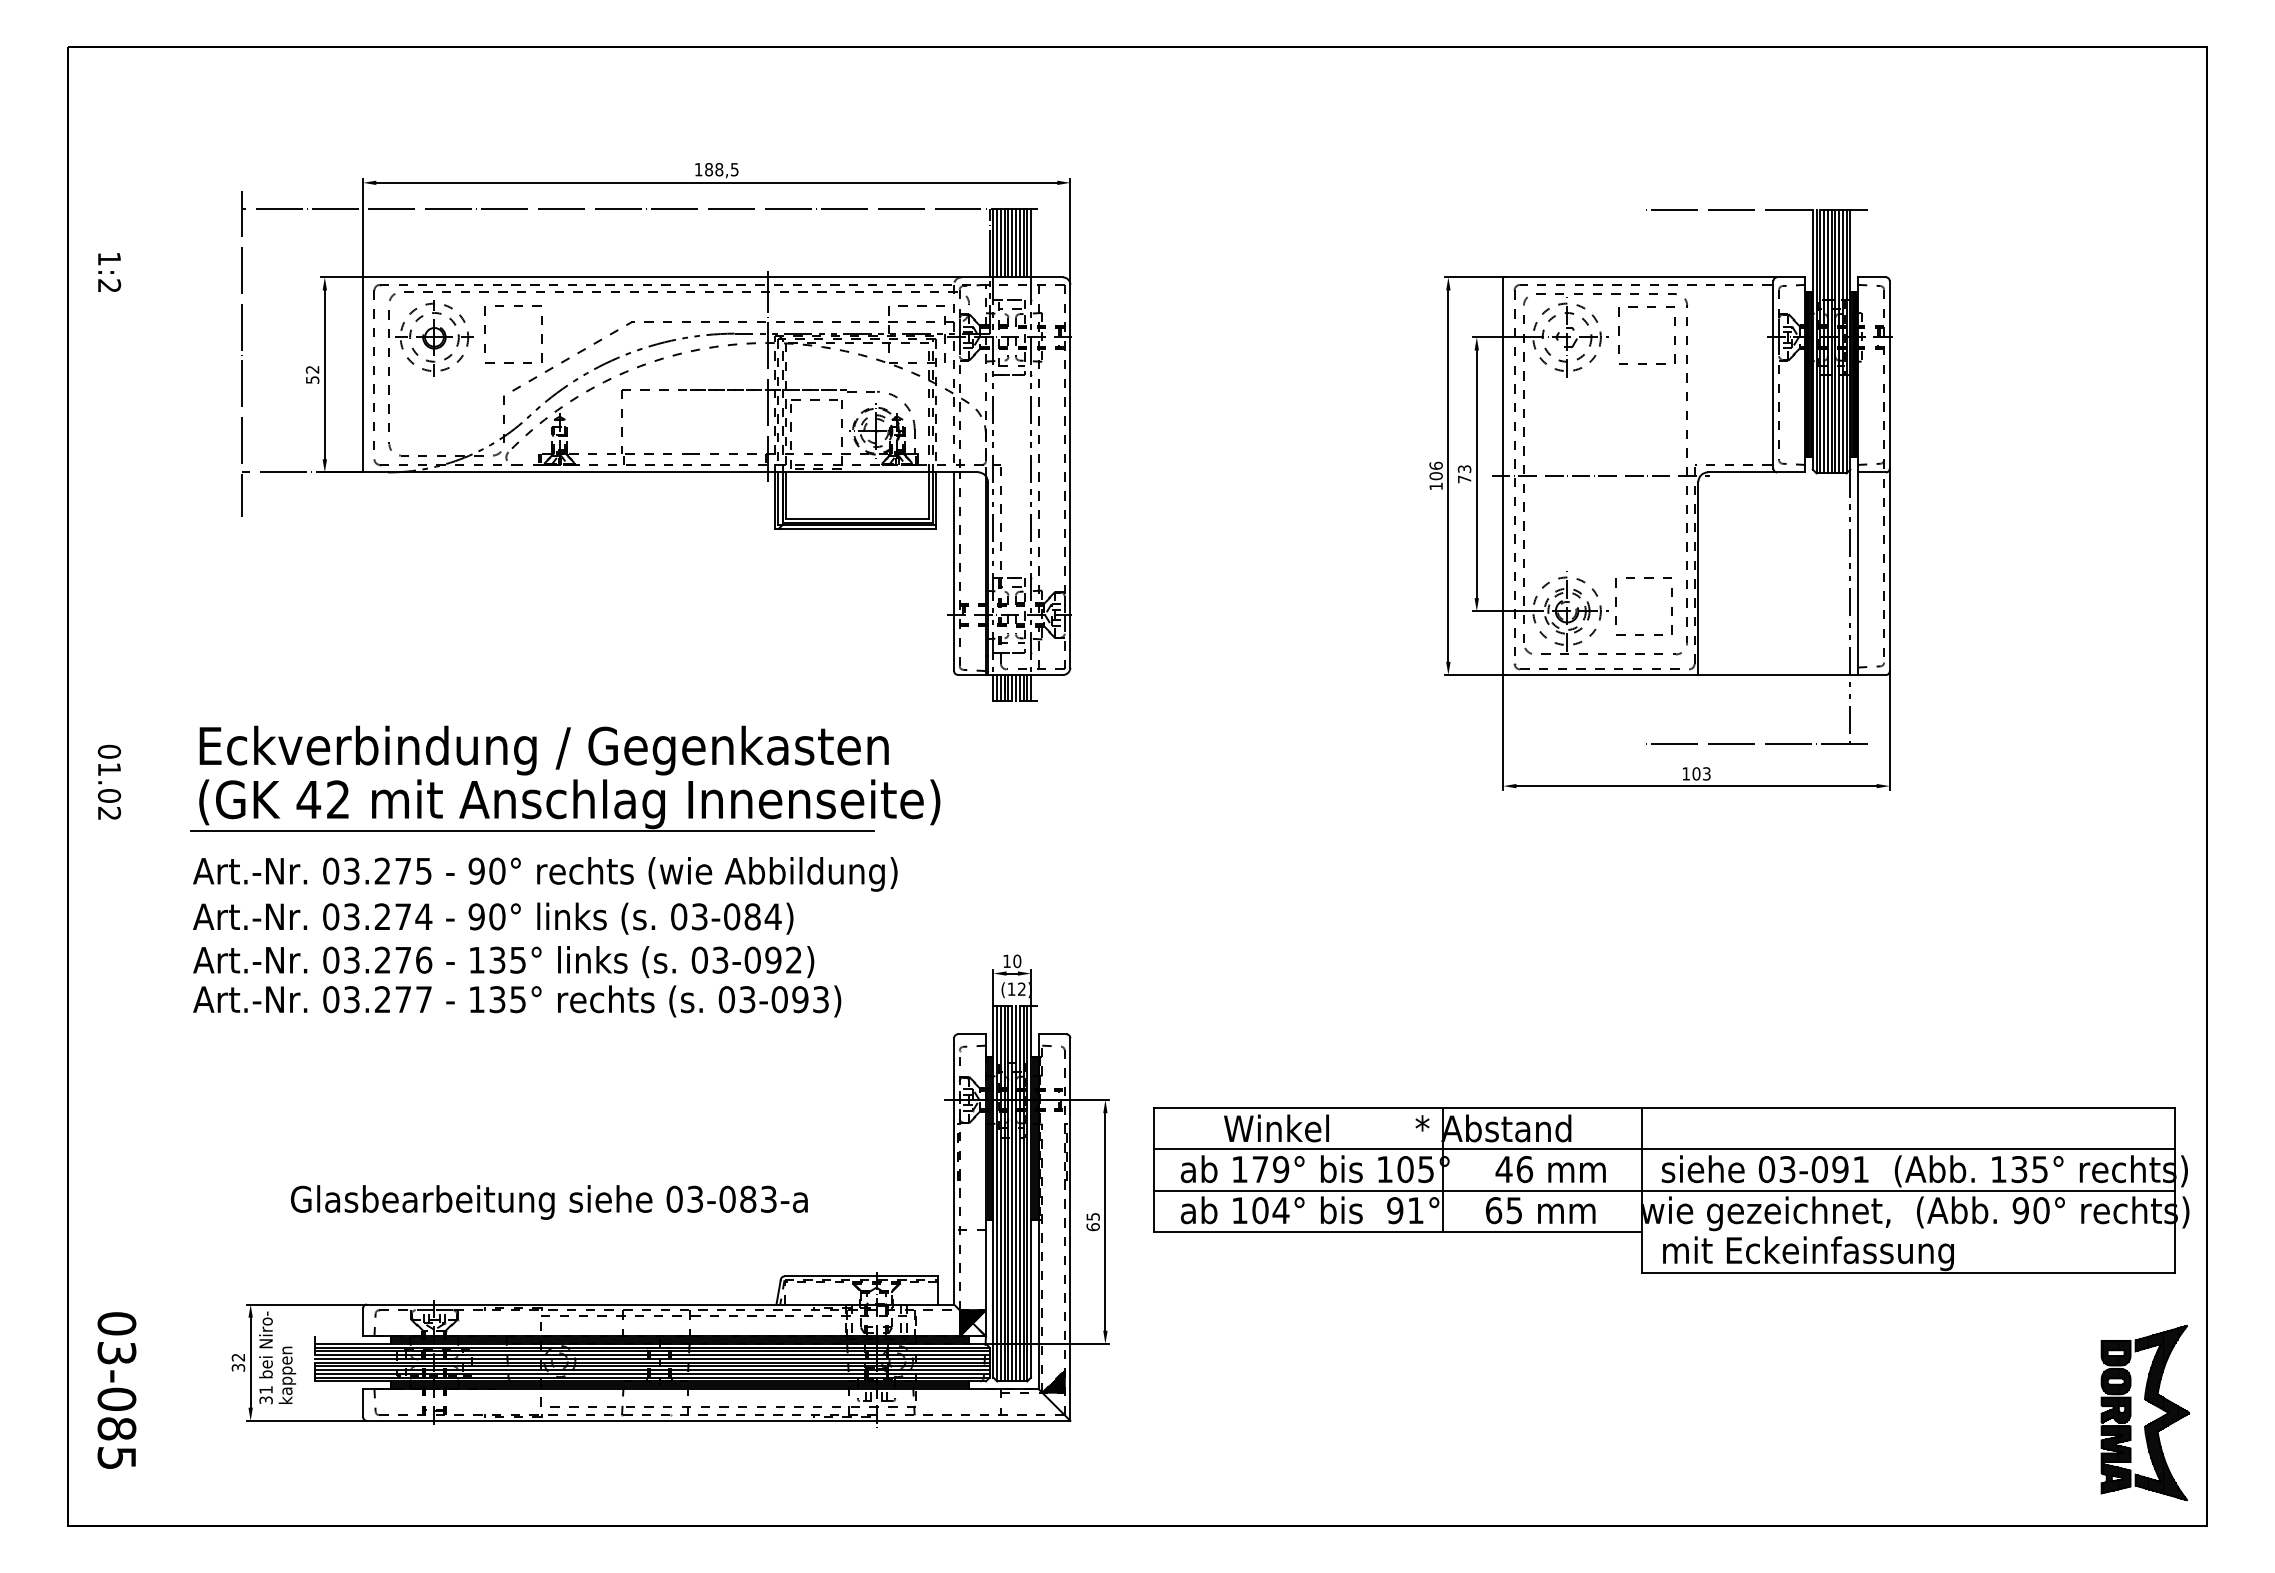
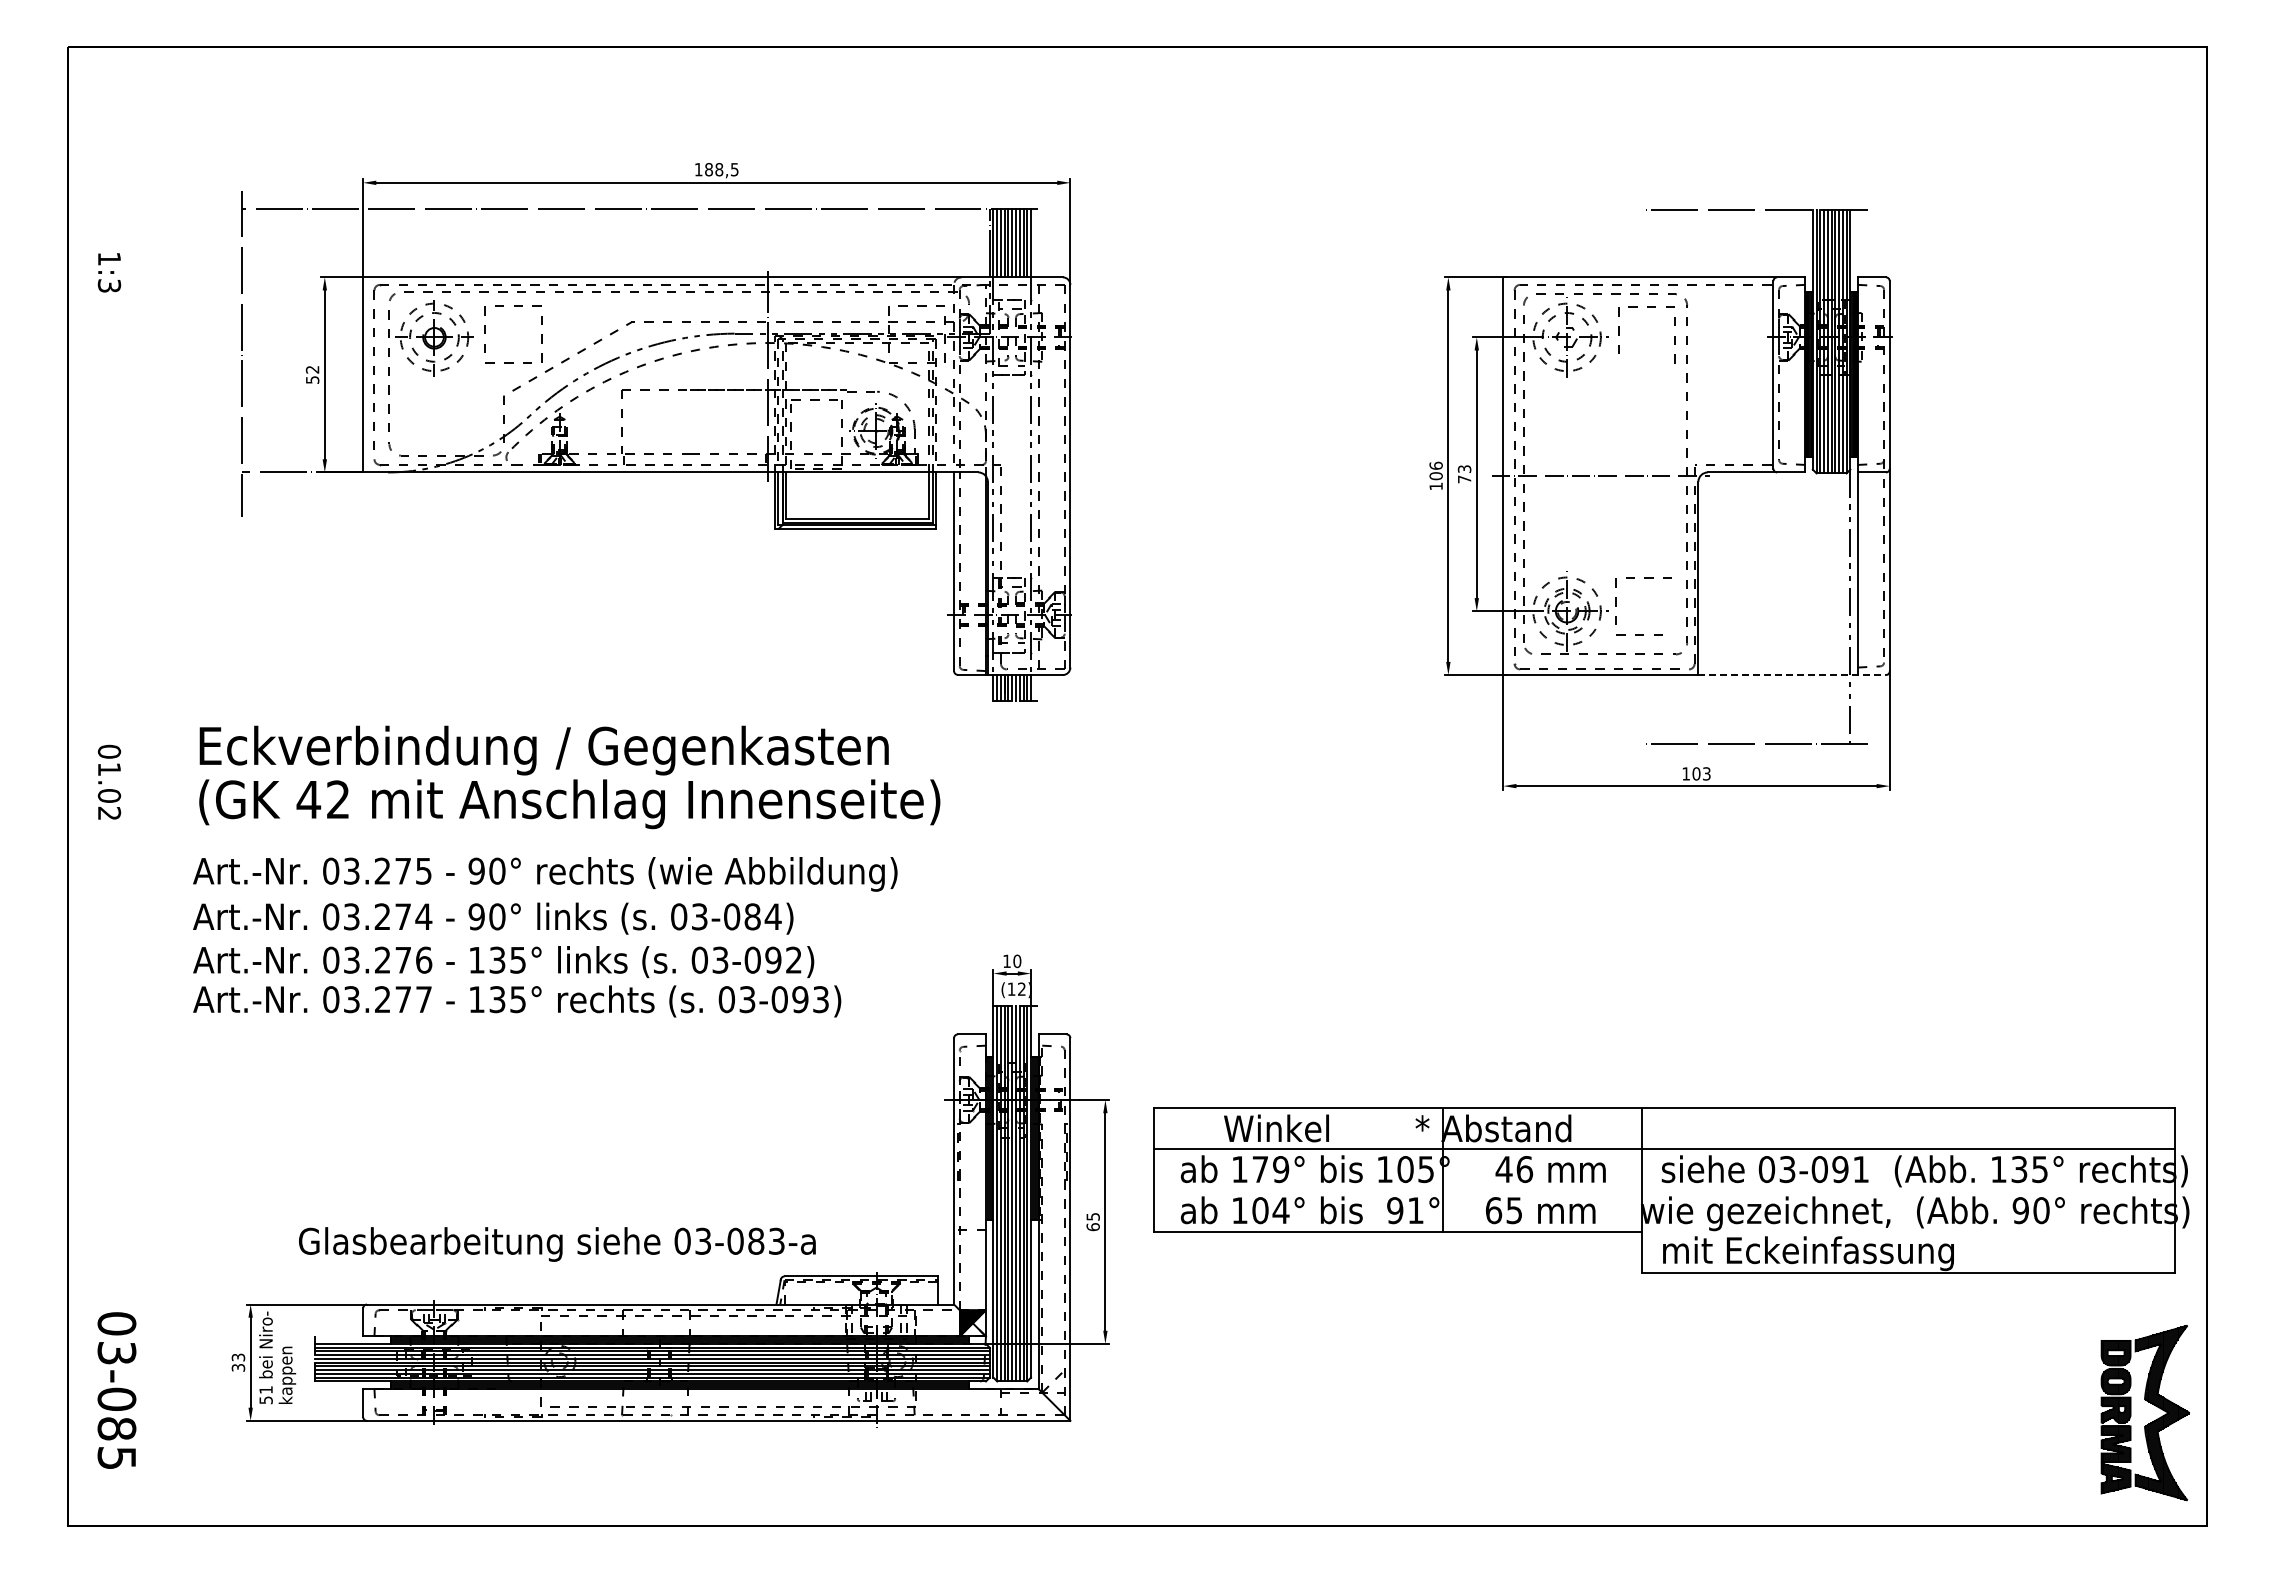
text at (108, 285): 1:2 -> 1:3
line at (1642, 363): present -> none
line at (1671, 611): present -> none
line at (1792, 675): solid -> dashed
line at (531, 830): present -> none
line at (1664, 1190): present -> none
text at (549, 1202) position: (549, 1202) -> (557, 1244)
text at (238, 1357): 32 -> 33
hatch at (1053, 1381): present -> none
text at (265, 1399): 31 -> 51
